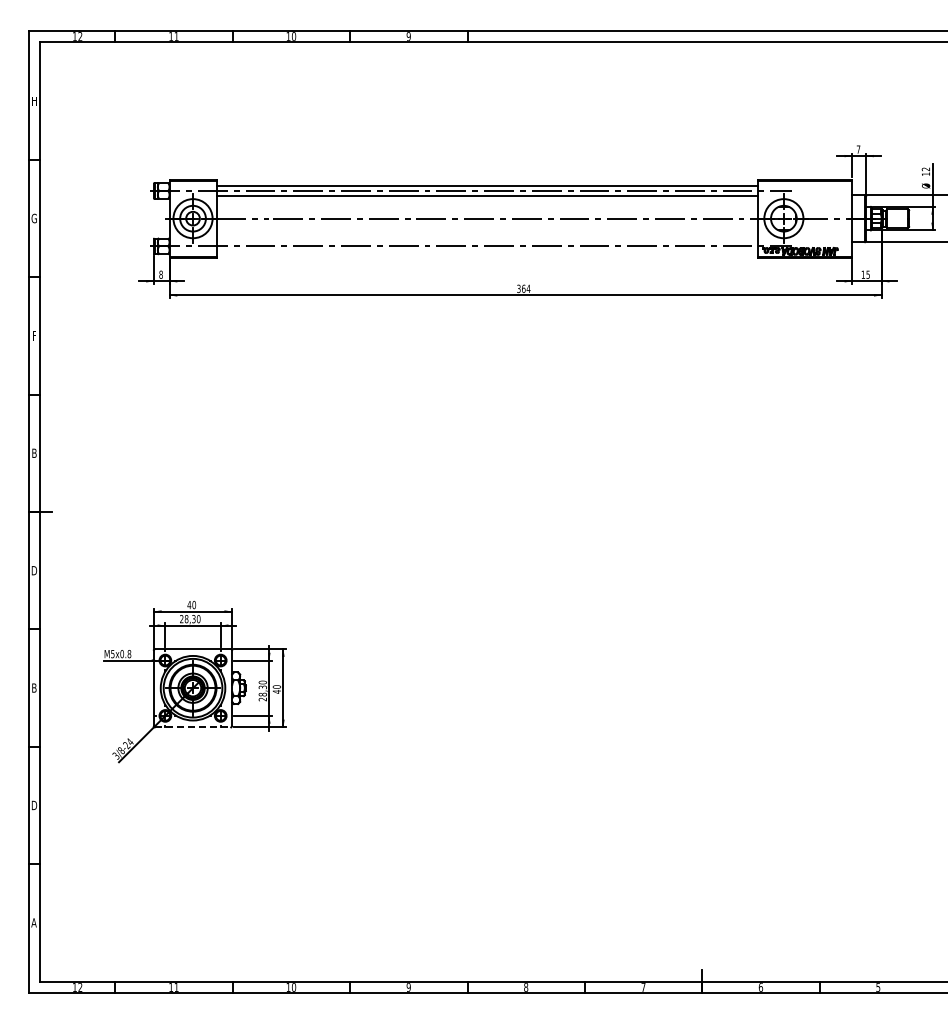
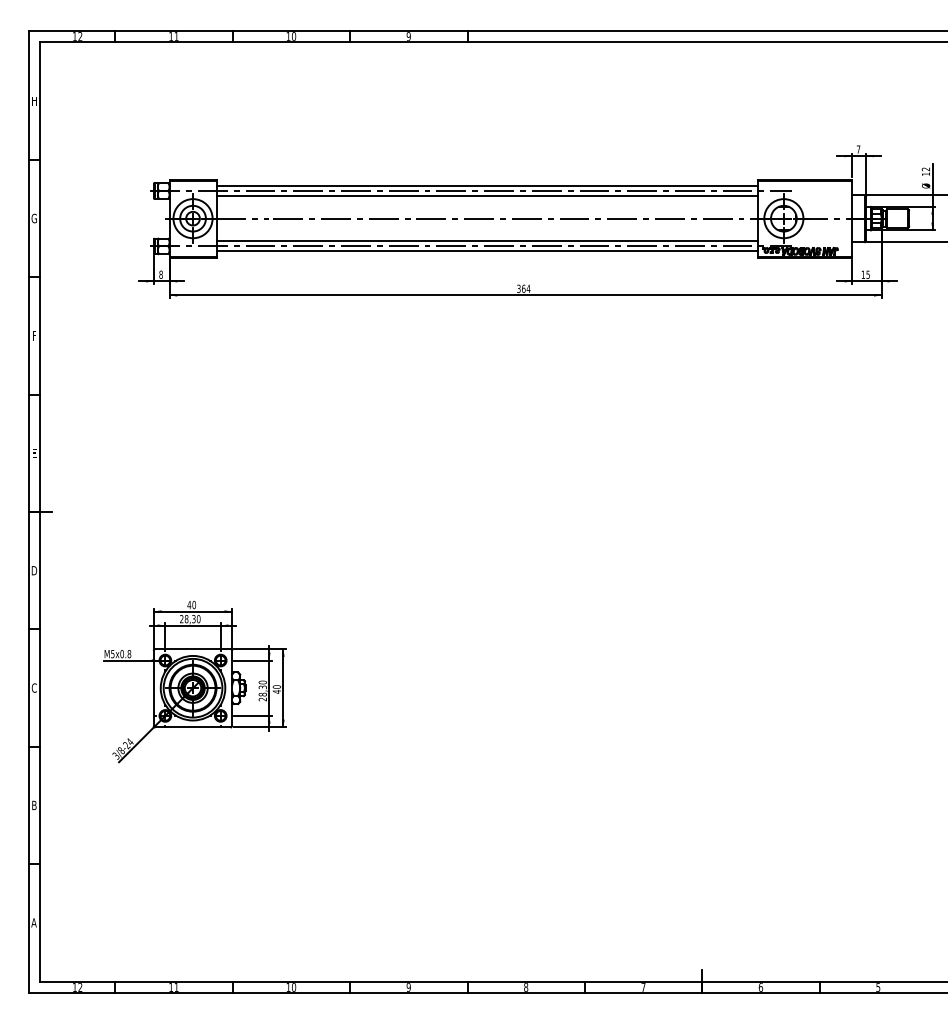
line at (487, 241): none -> present
line at (487, 251): none -> present
text at (34, 452): B -> E
text at (33, 687): B -> C
line at (193, 727): dashed -> solid
text at (34, 805): D -> B
